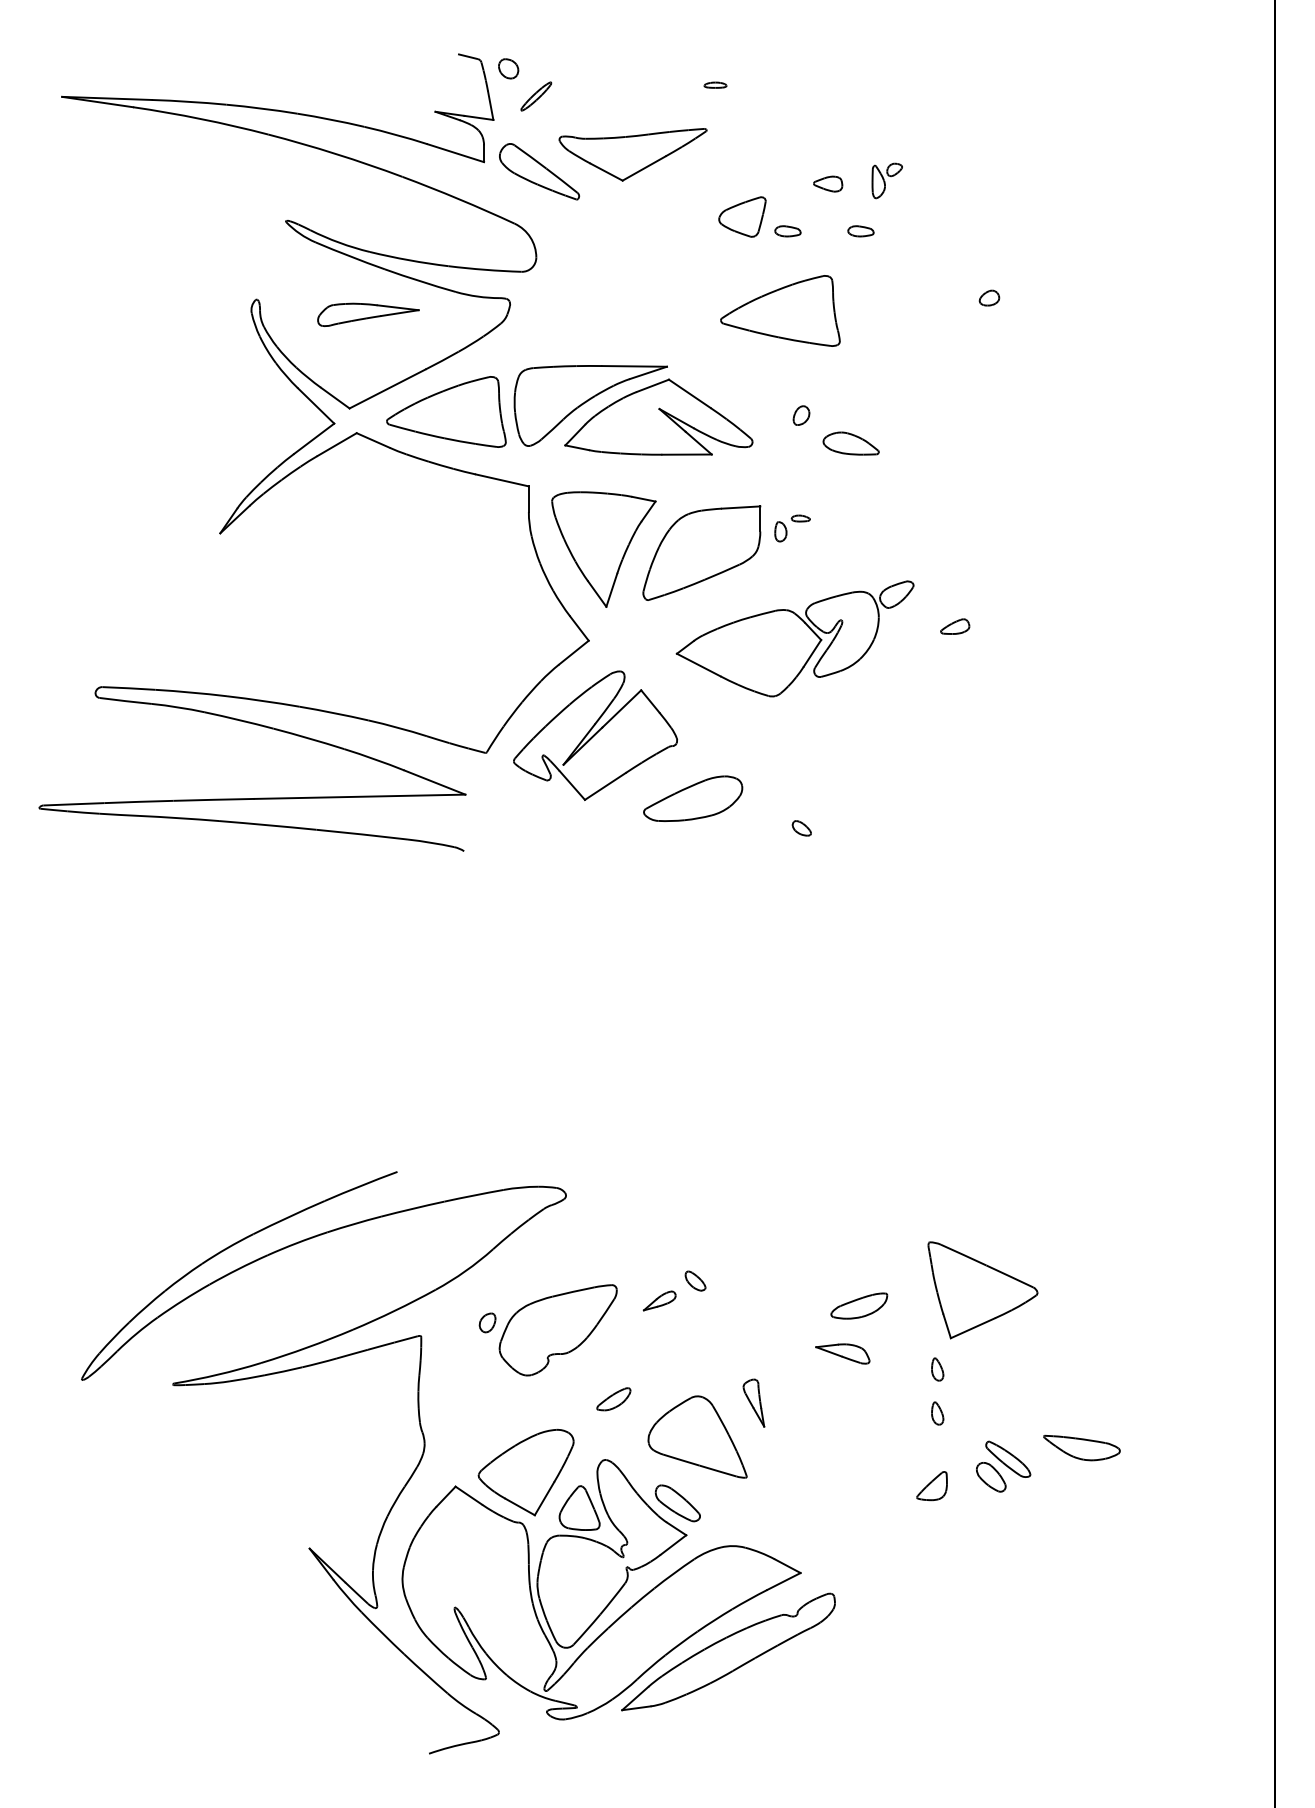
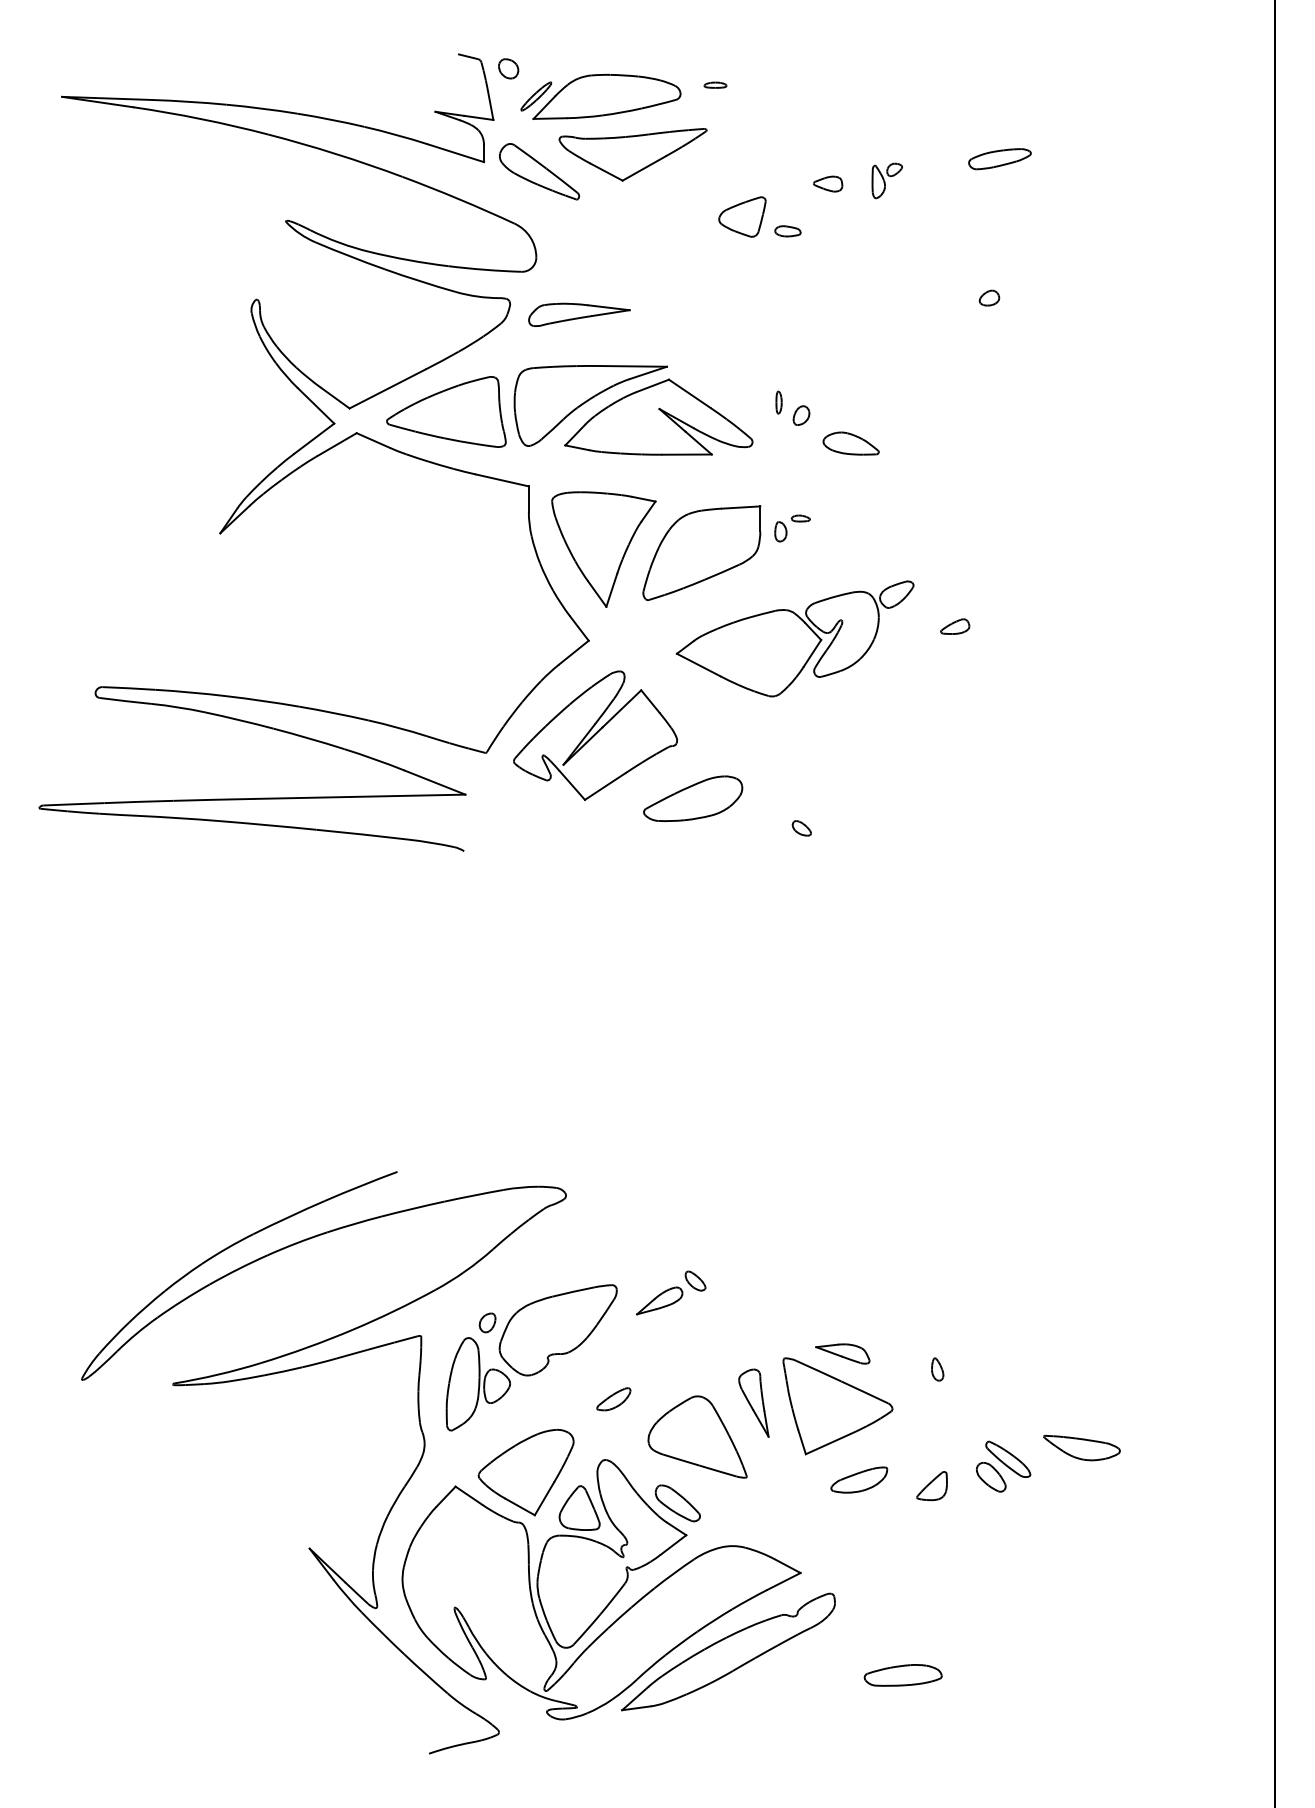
part at (606, 96): none -> present
part at (999, 159): none -> present
part at (860, 231): present -> none
part at (780, 310): present -> none
part at (368, 314) position: (368, 314) -> (579, 314)
part at (778, 402): none -> present
part at (982, 1290) position: (982, 1290) -> (837, 1406)
part at (659, 1300) size: 35x22 px -> 48x30 px
part at (859, 1305) position: (859, 1305) -> (859, 1479)
part at (477, 1384): none -> present
part at (753, 1402) size: 24x50 px -> 32x70 px
part at (937, 1413): present -> none
part at (902, 1675): none -> present
